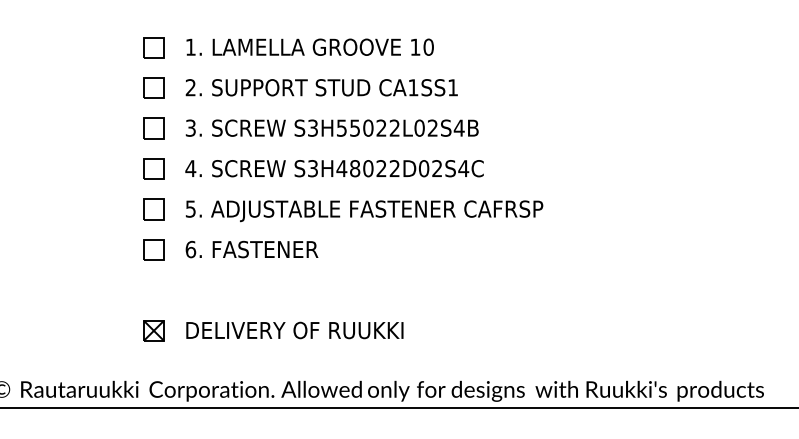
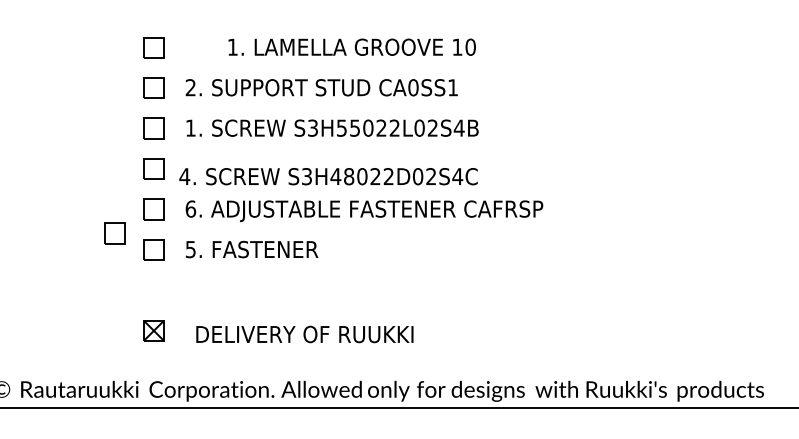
text at (309, 46) position: (309, 46) -> (351, 46)
text at (413, 87): CA1SS1 -> CA0SS1
text at (190, 127): 3. -> 1.
text at (334, 168) position: (334, 168) -> (328, 176)
text at (190, 208): 5. -> 6.
part at (114, 233): none -> present
text at (190, 249): 6. -> 5.
text at (294, 330) position: (294, 330) -> (304, 334)
